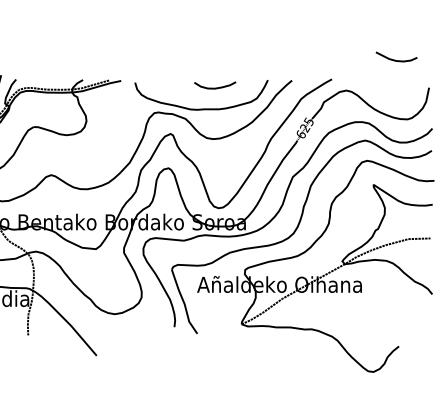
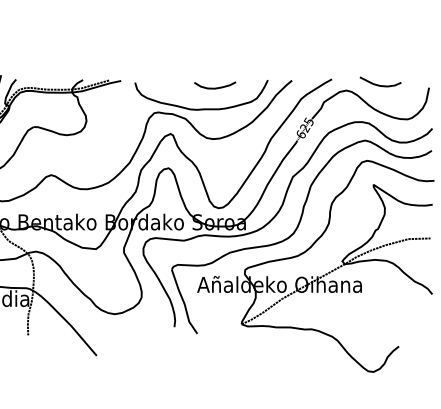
curve at (395, 59) position: (395, 59) -> (379, 84)
